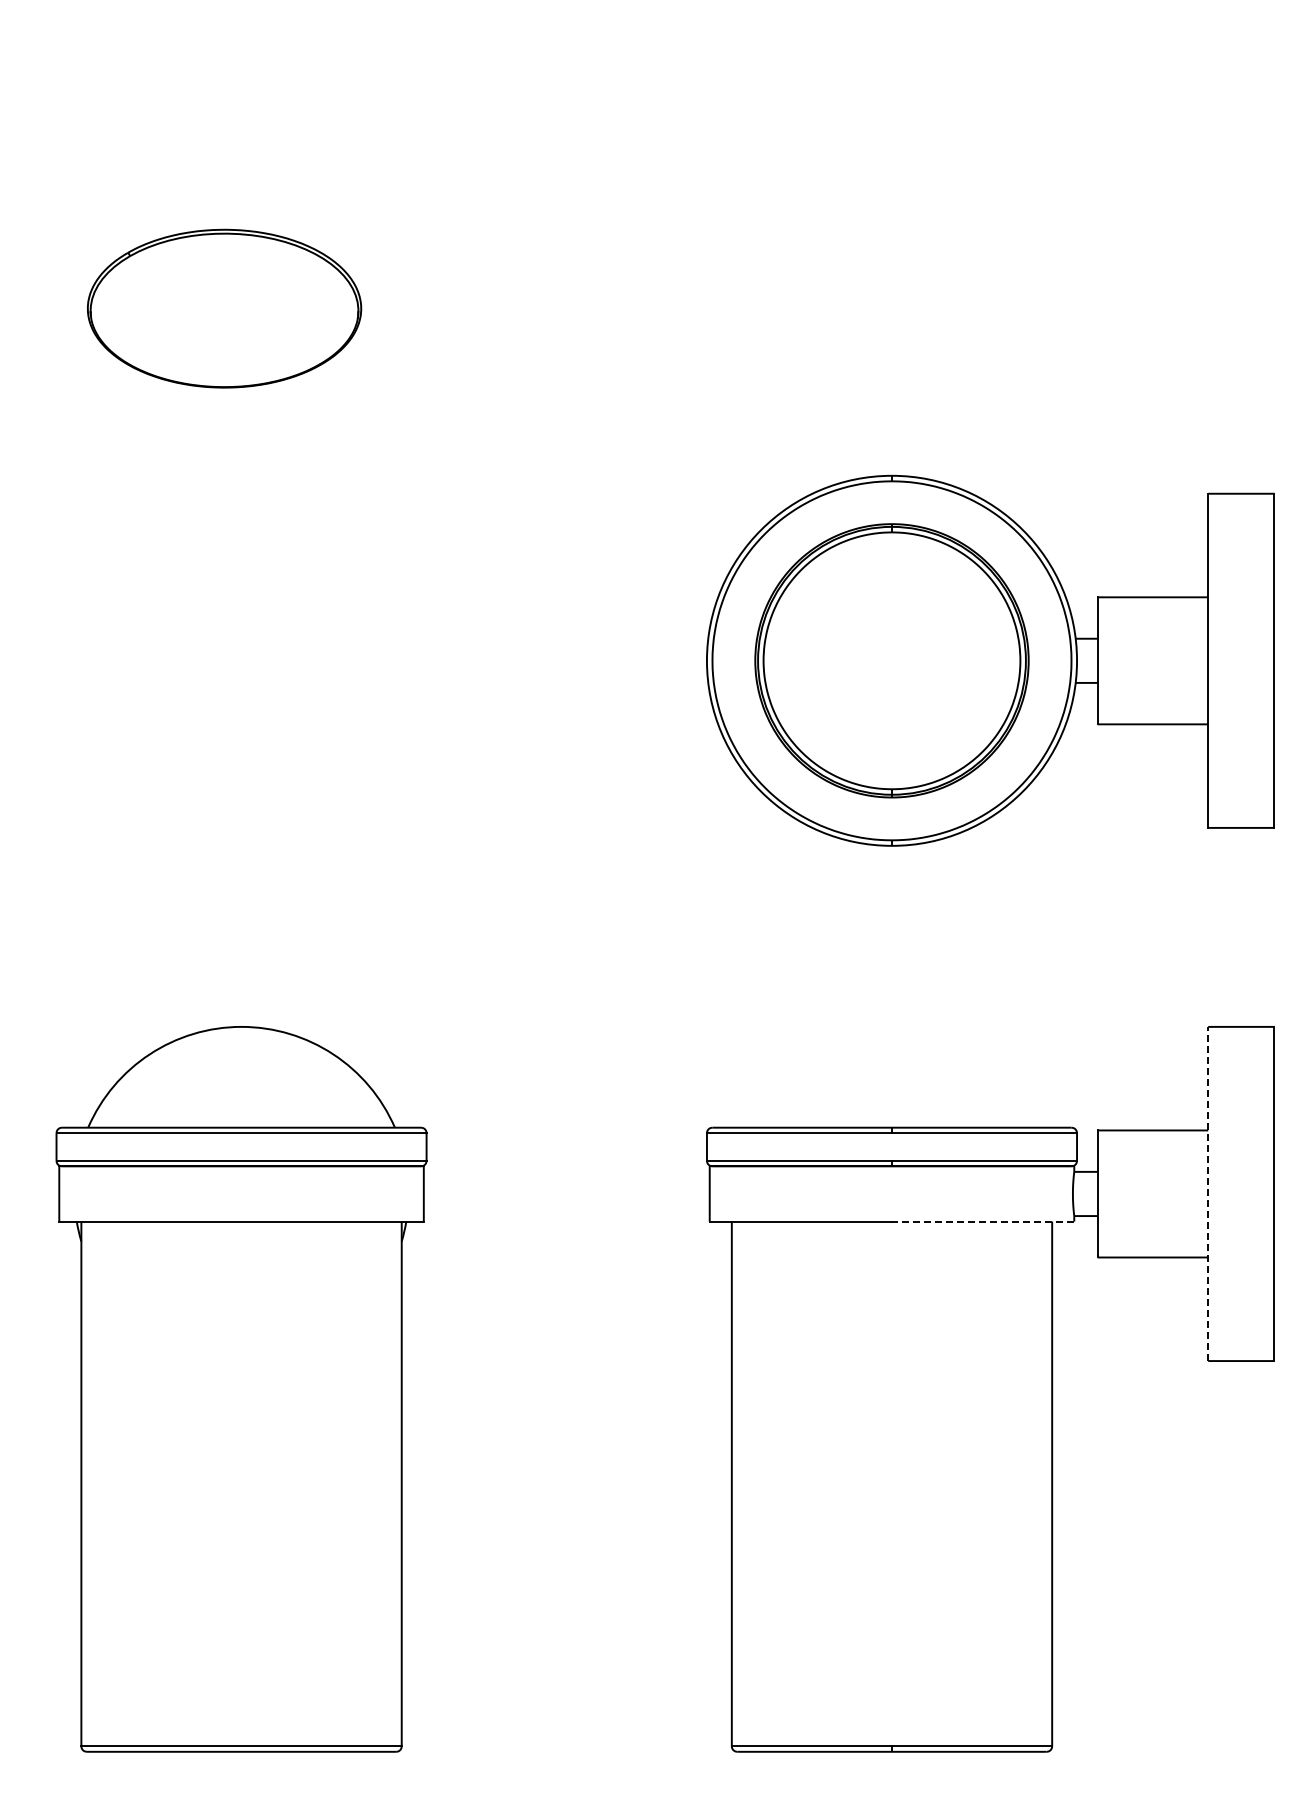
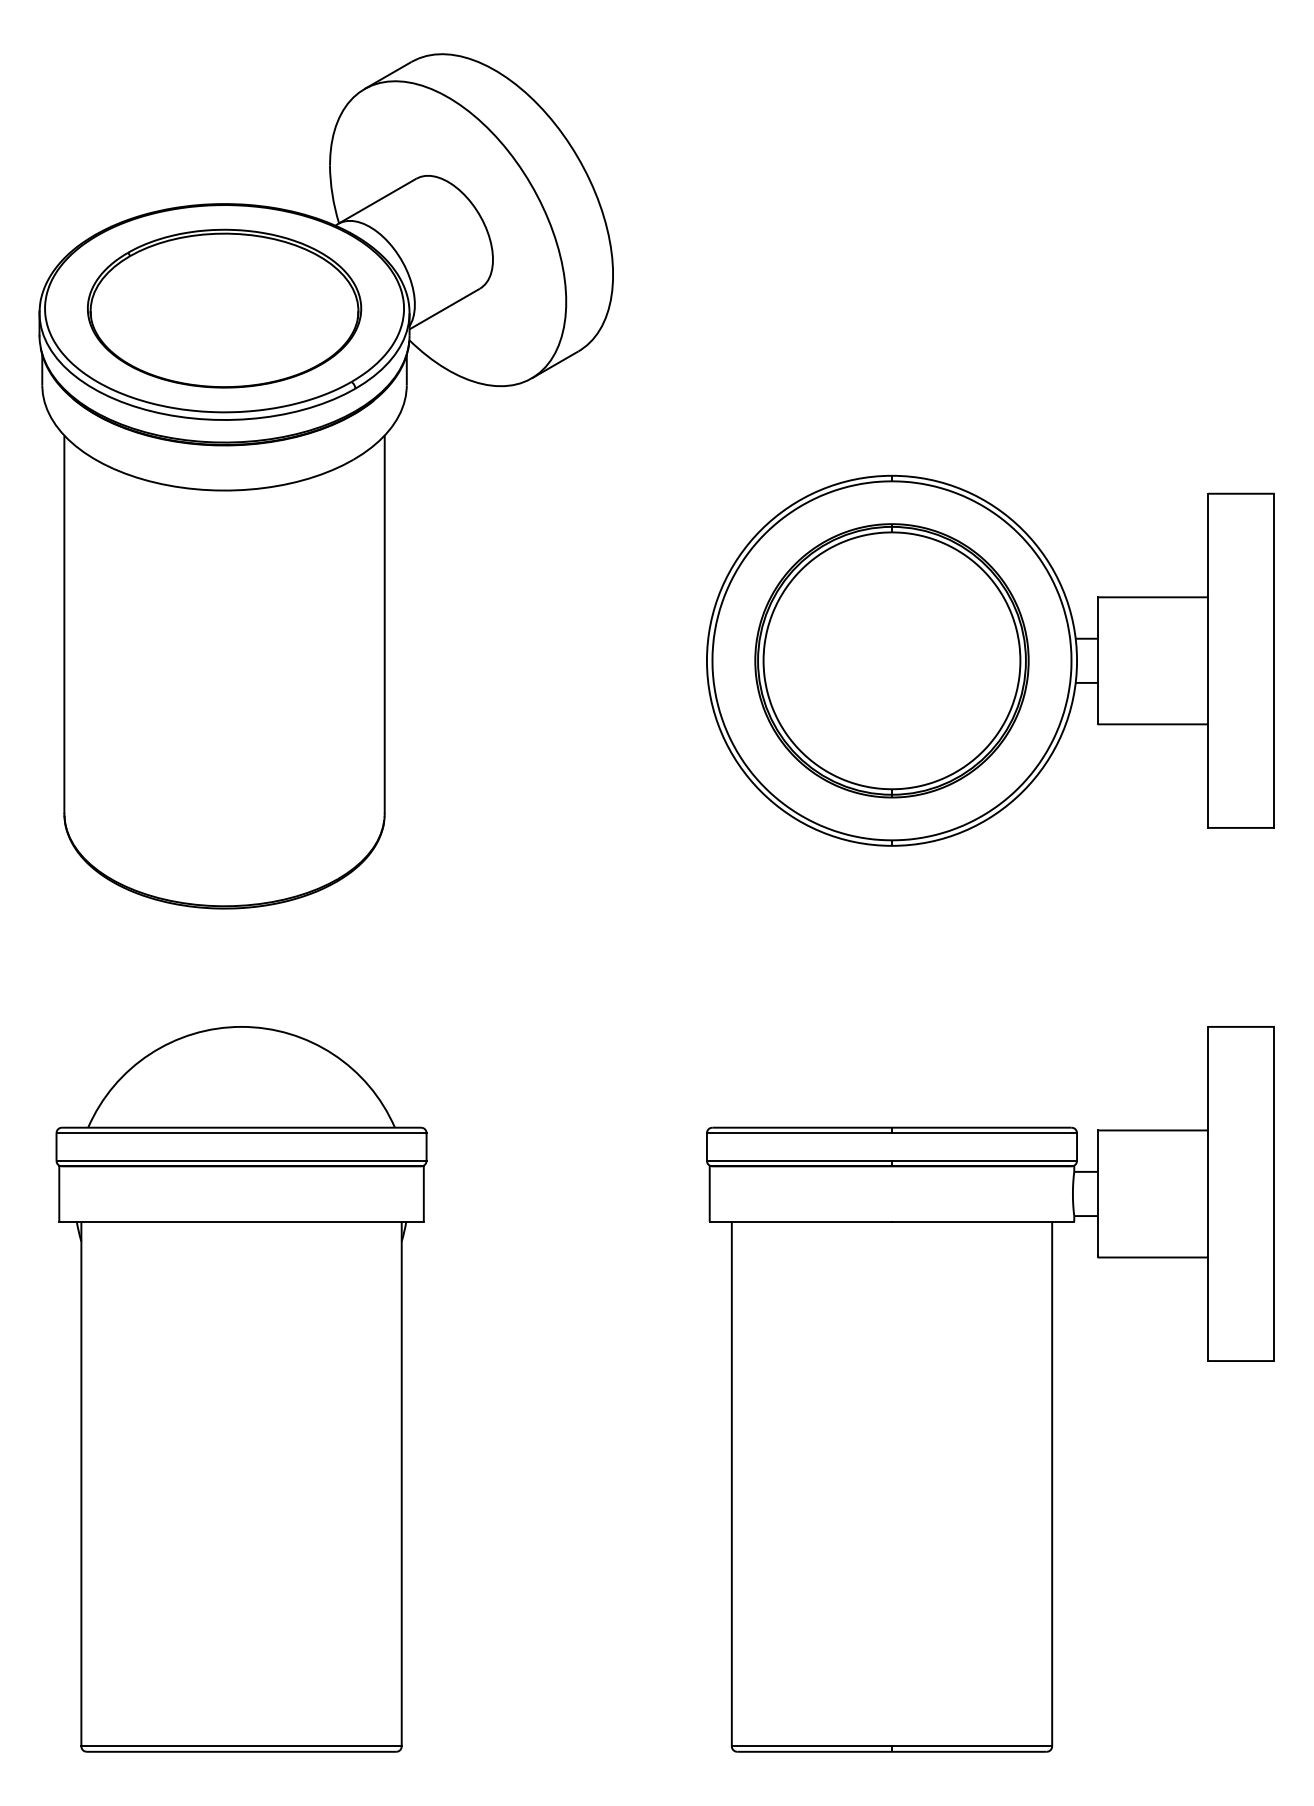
part at (325, 481): none -> present
line at (1208, 1193): dashed -> solid
line at (982, 1221): dashed -> solid
